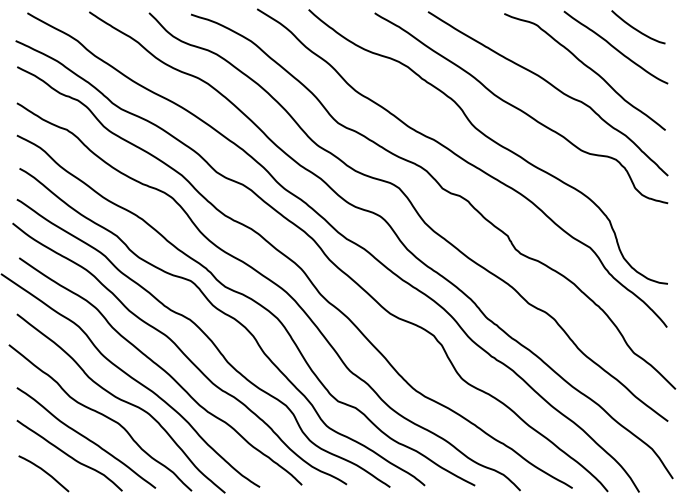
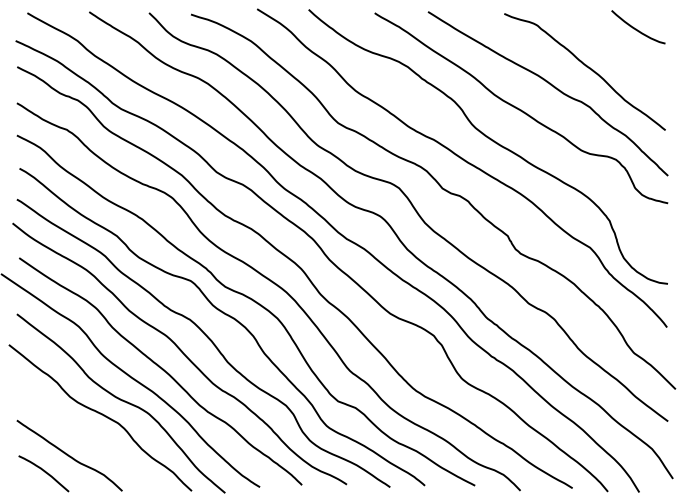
curve at (615, 47): present -> none
curve at (86, 437): present -> none
